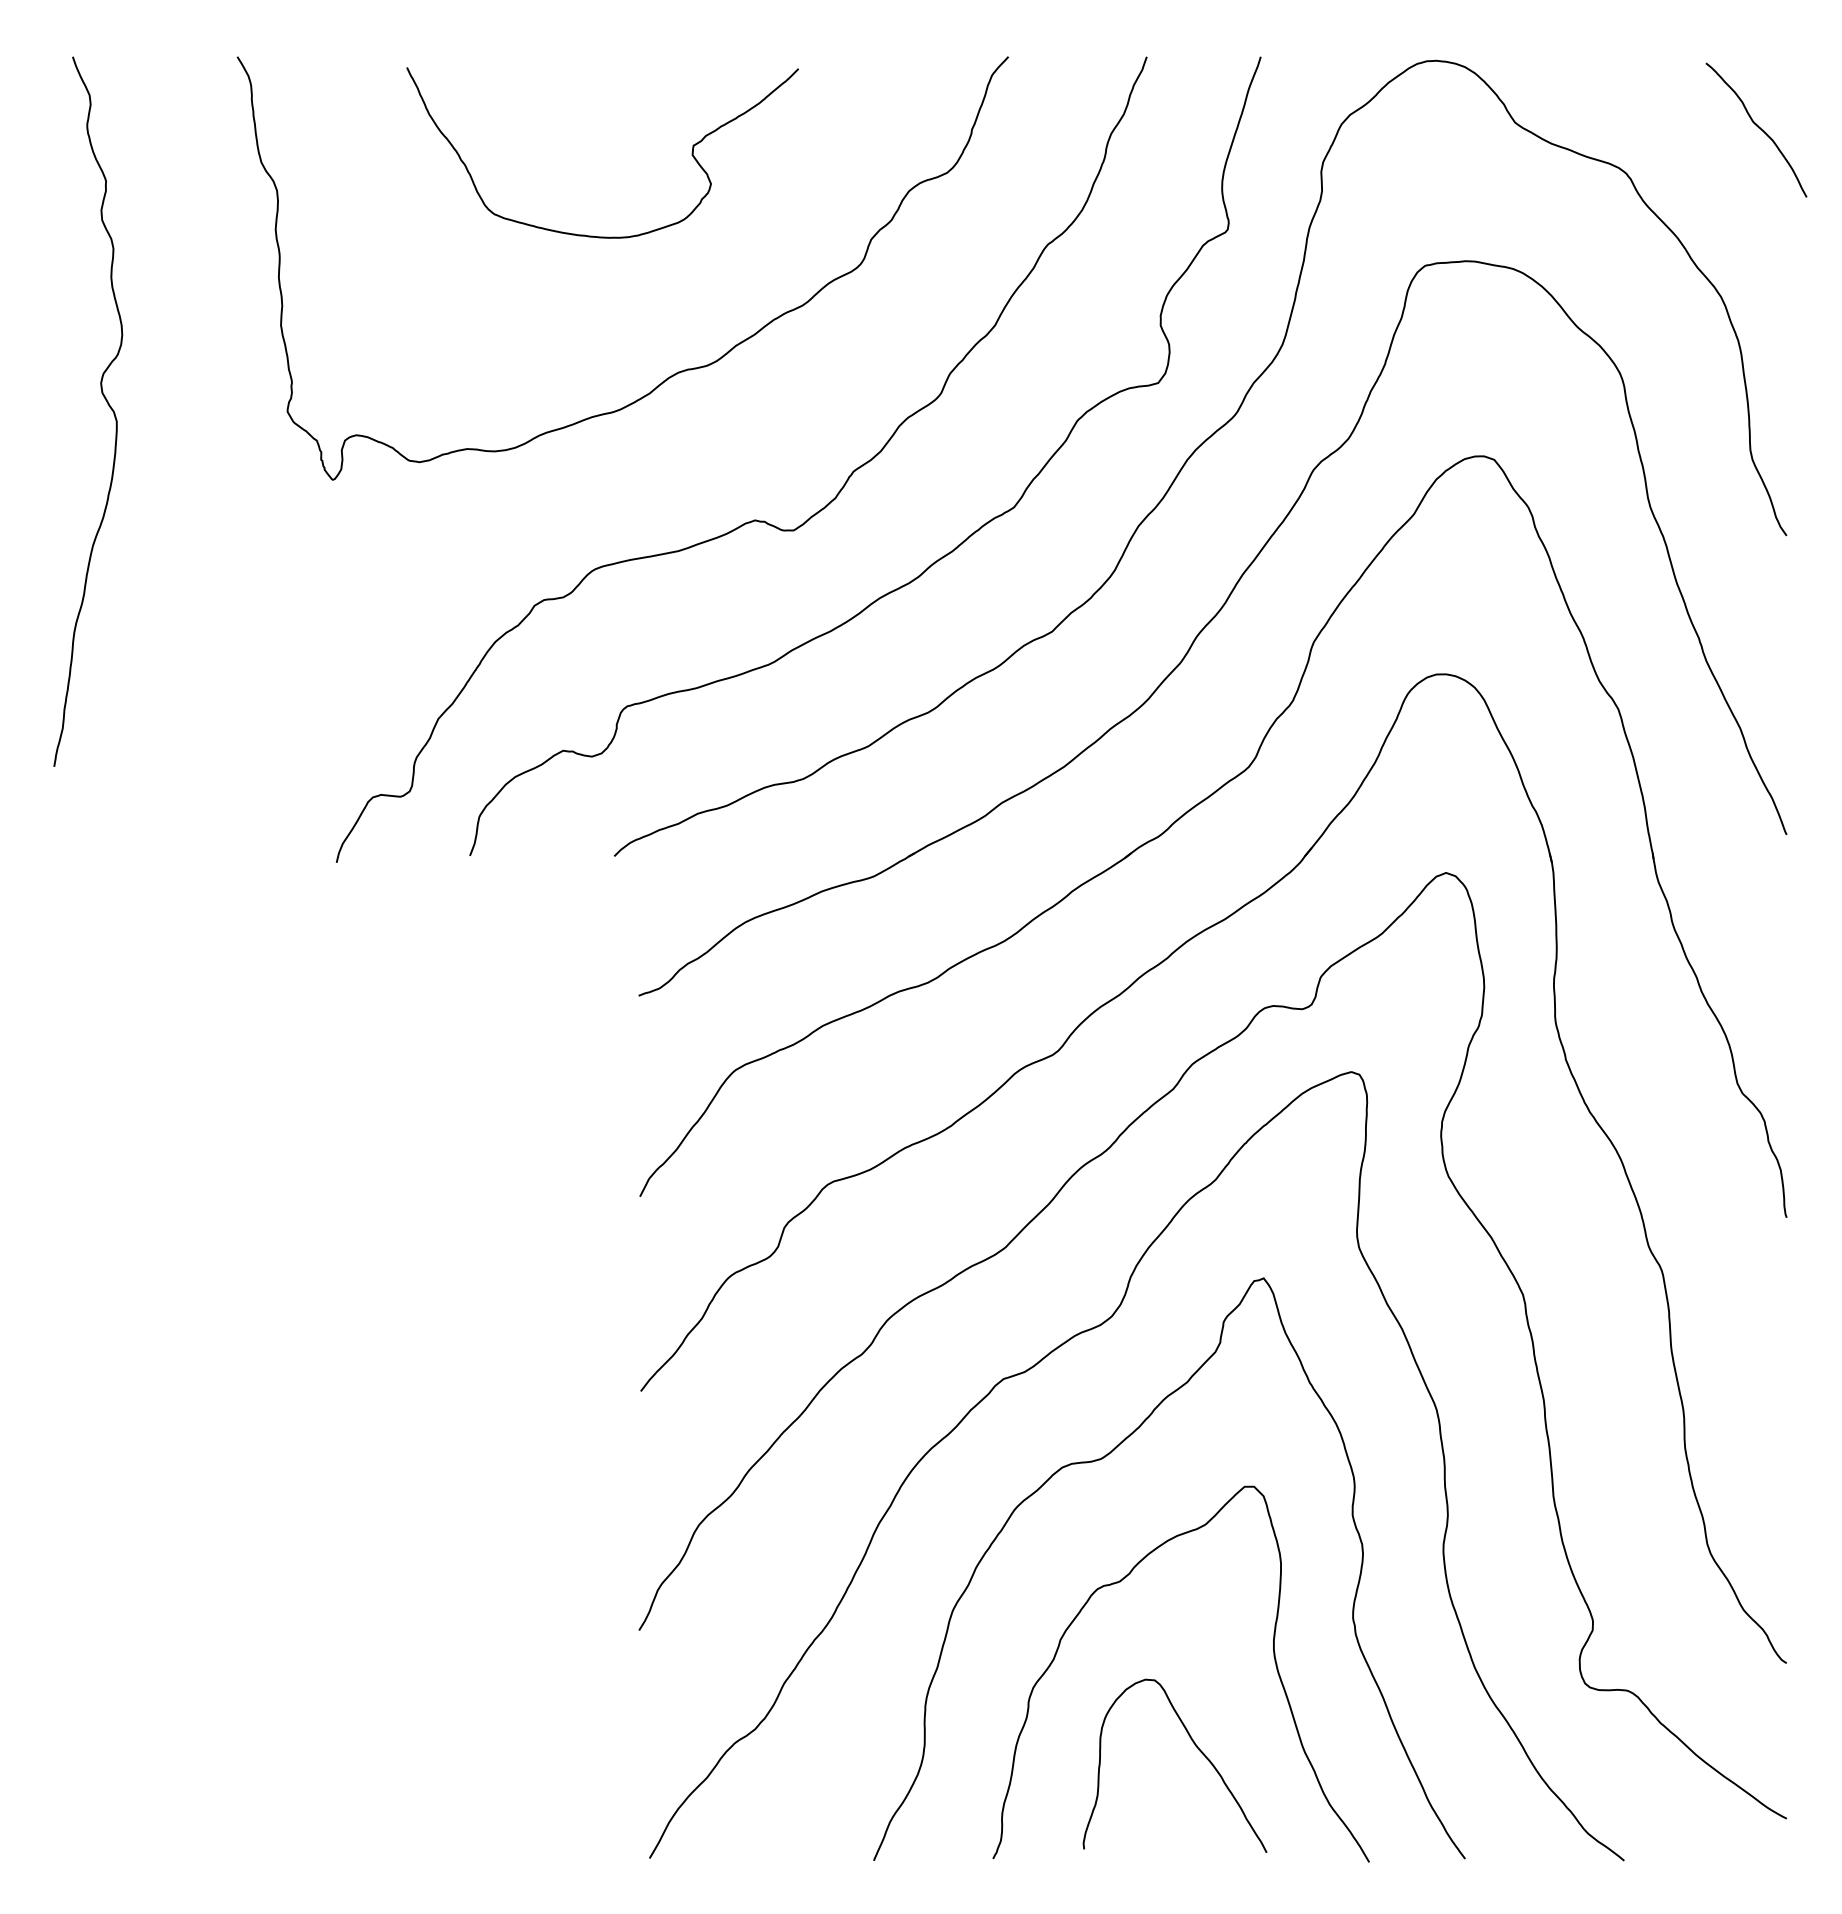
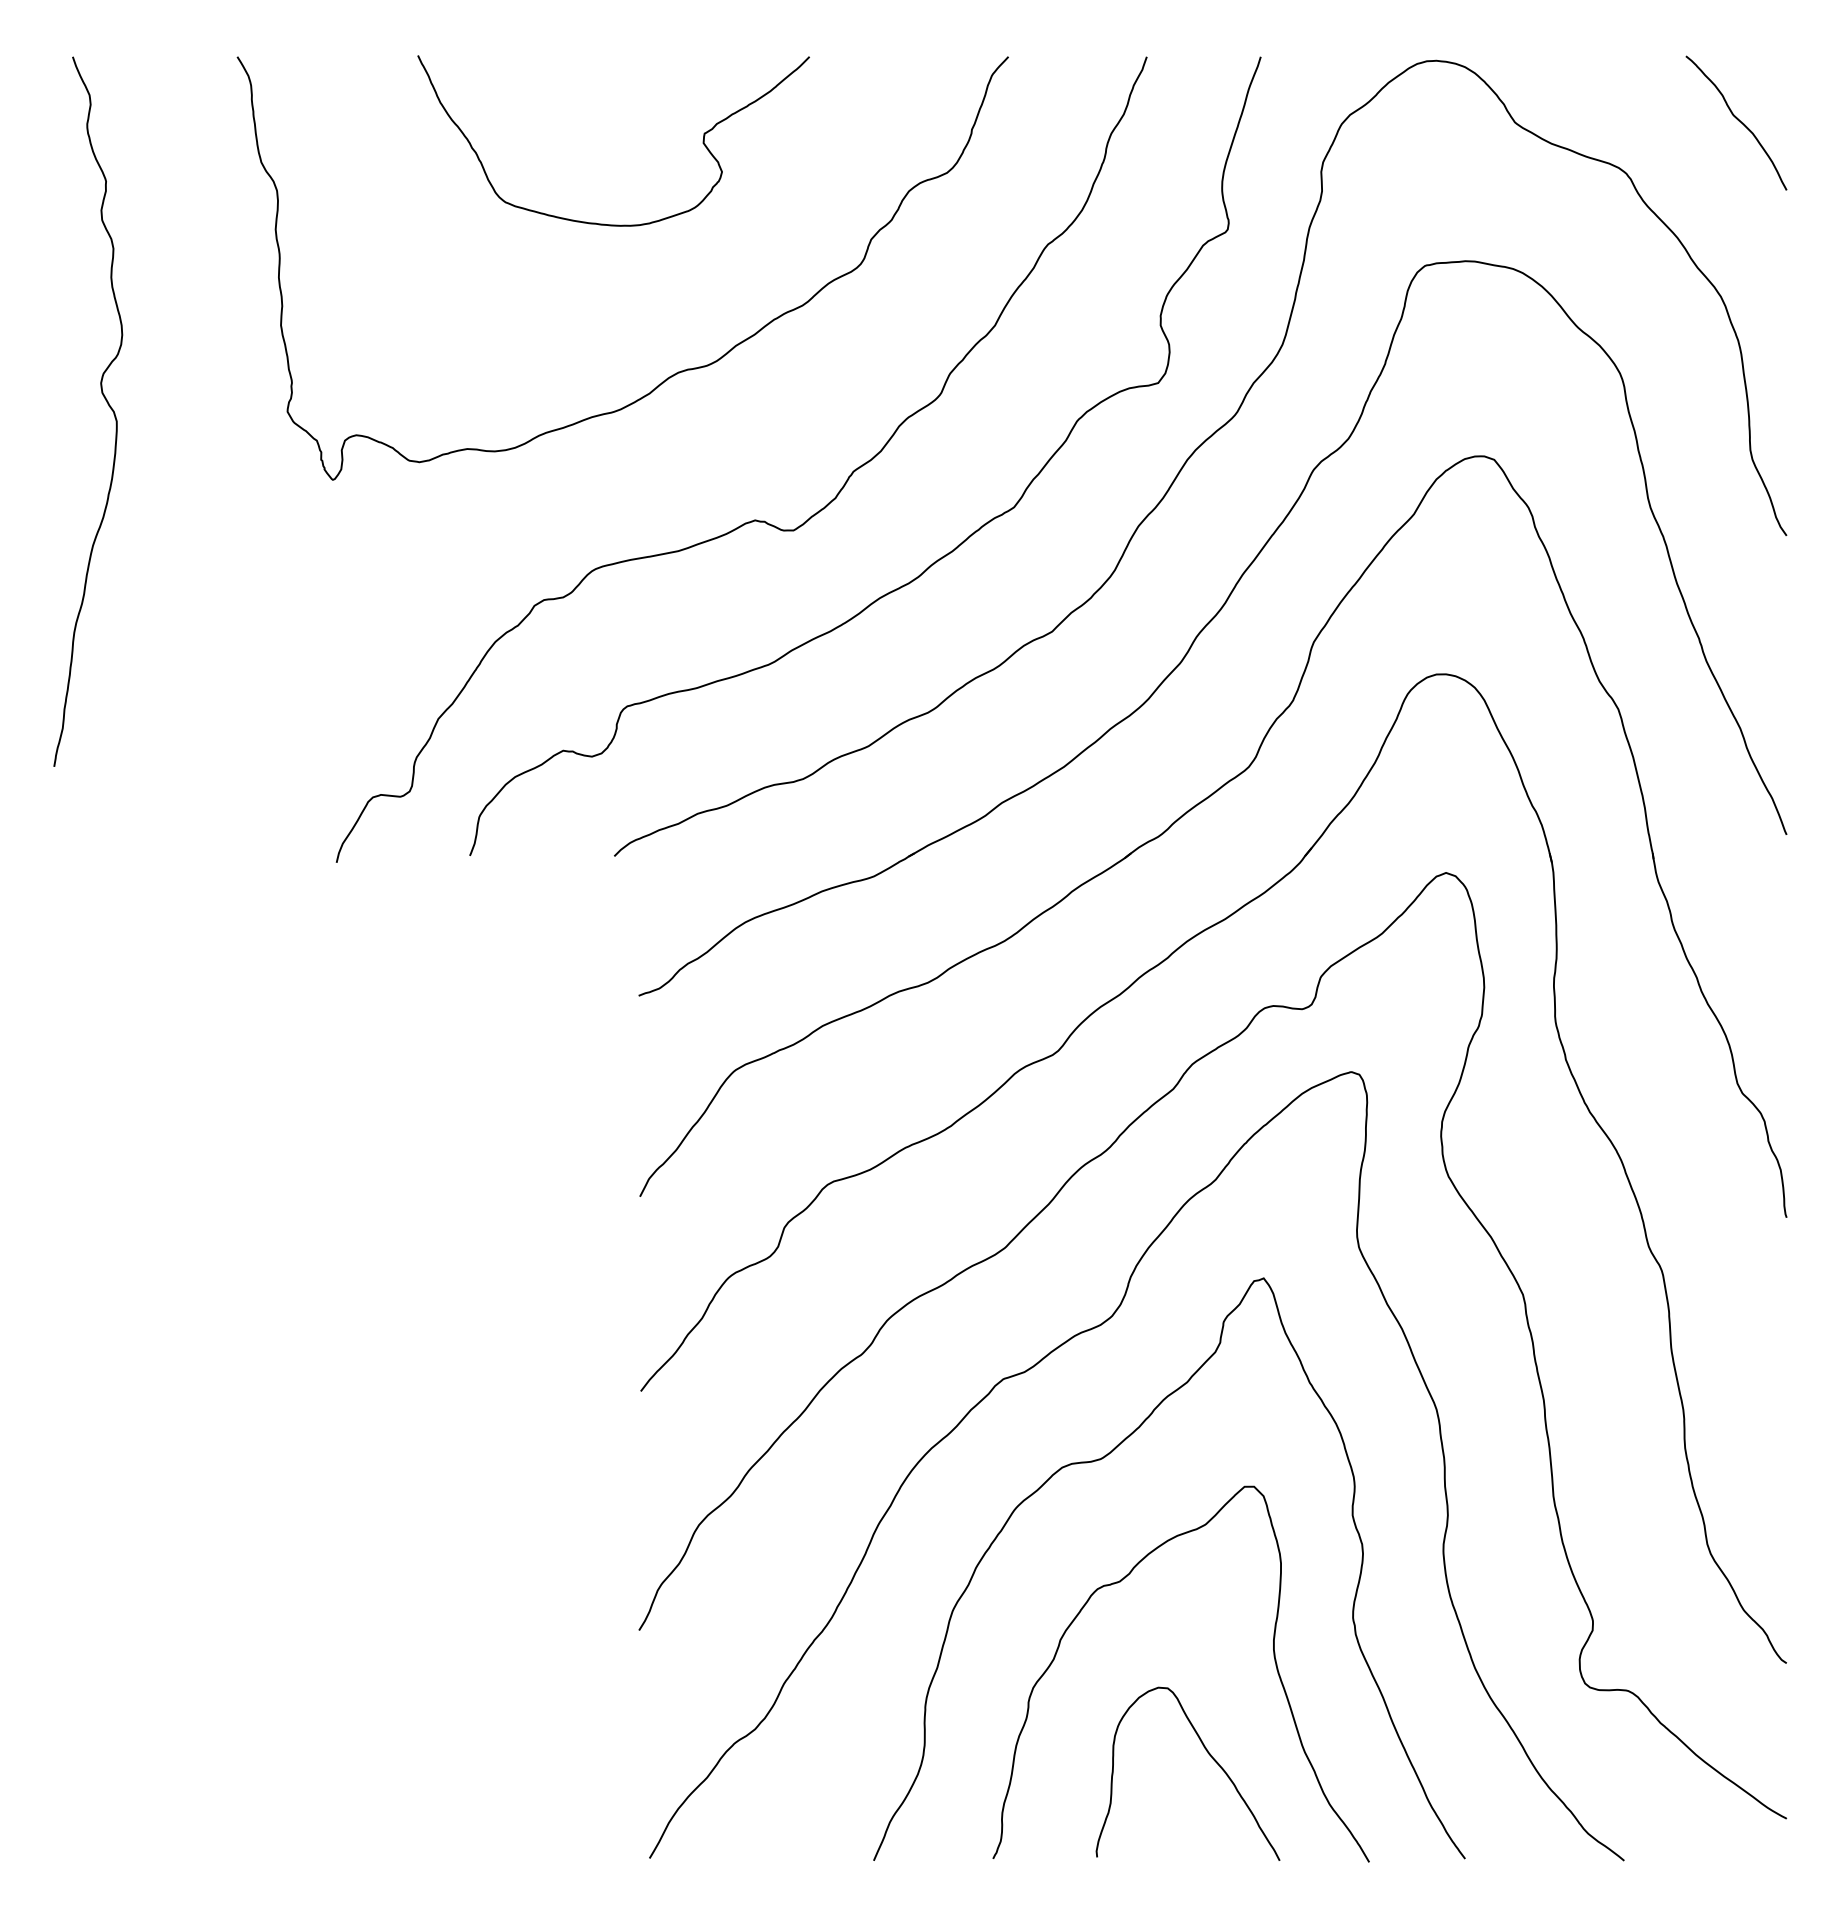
curve at (1757, 127) position: (1757, 127) -> (1737, 120)
curve at (593, 235) position: (593, 235) -> (604, 223)
curve at (1194, 1745) position: (1194, 1745) -> (1207, 1753)
